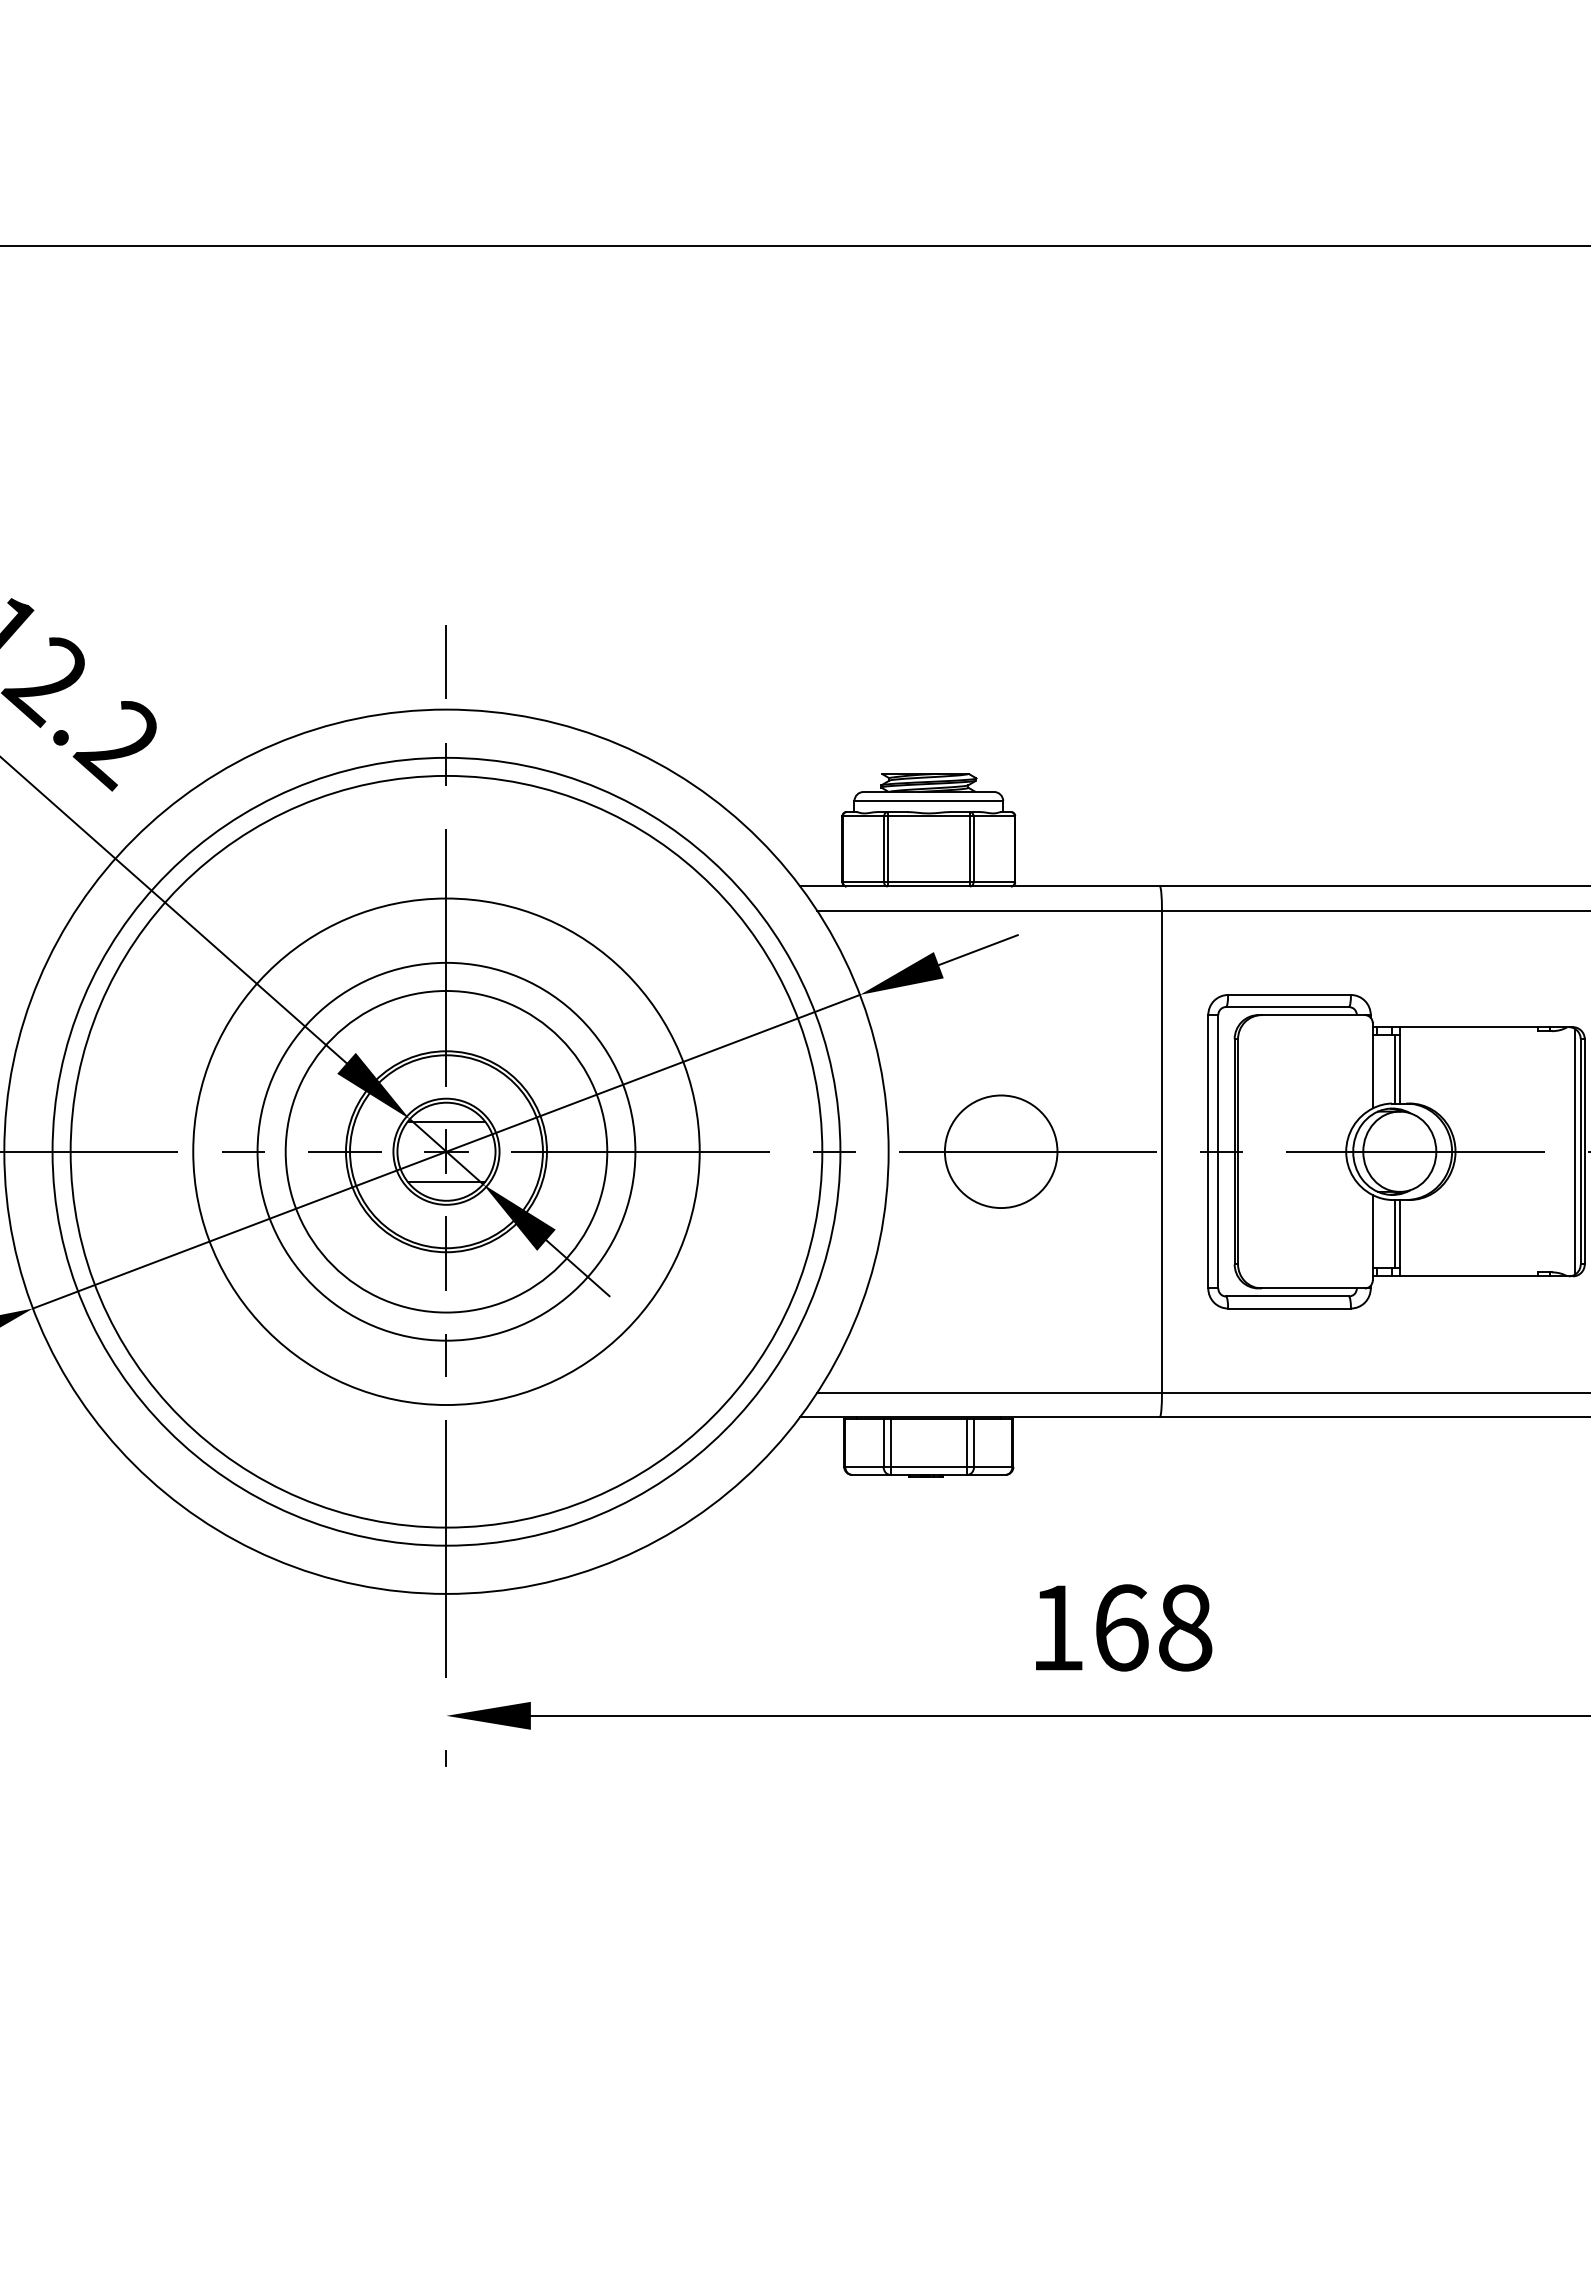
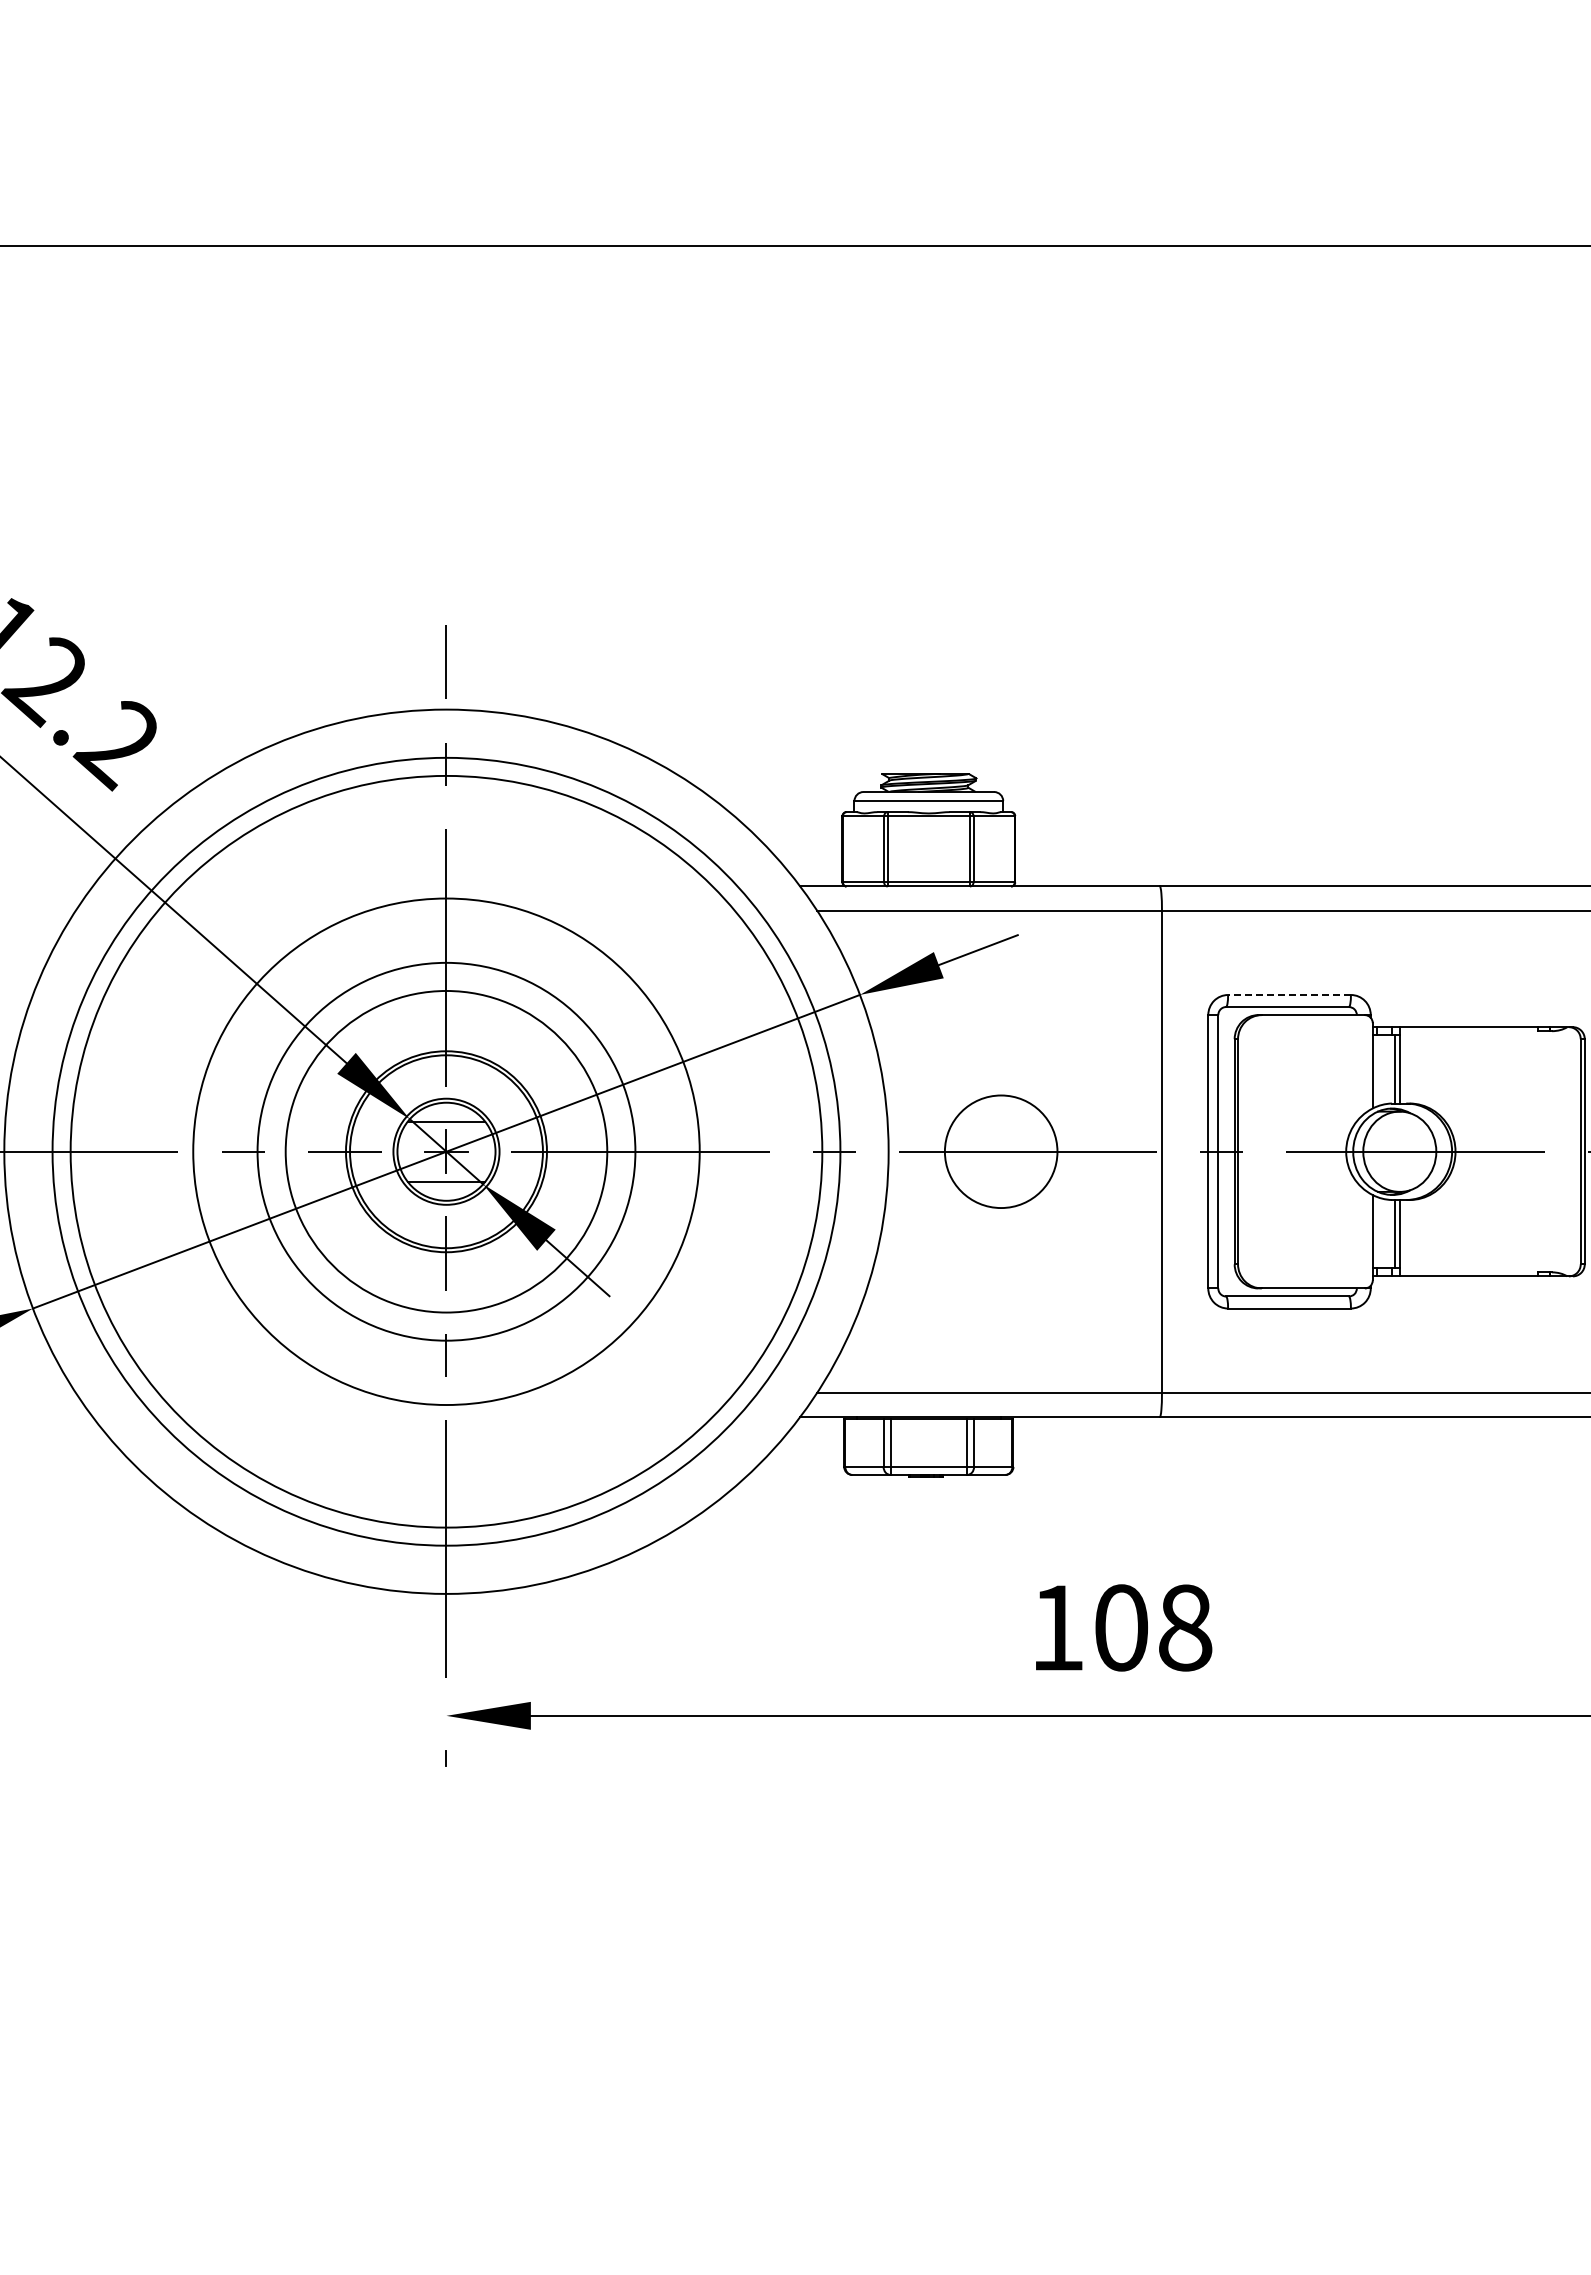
line at (1289, 995): solid -> dashed
line at (1575, 1151): present -> none
text at (1121, 1627): 168 -> 108
